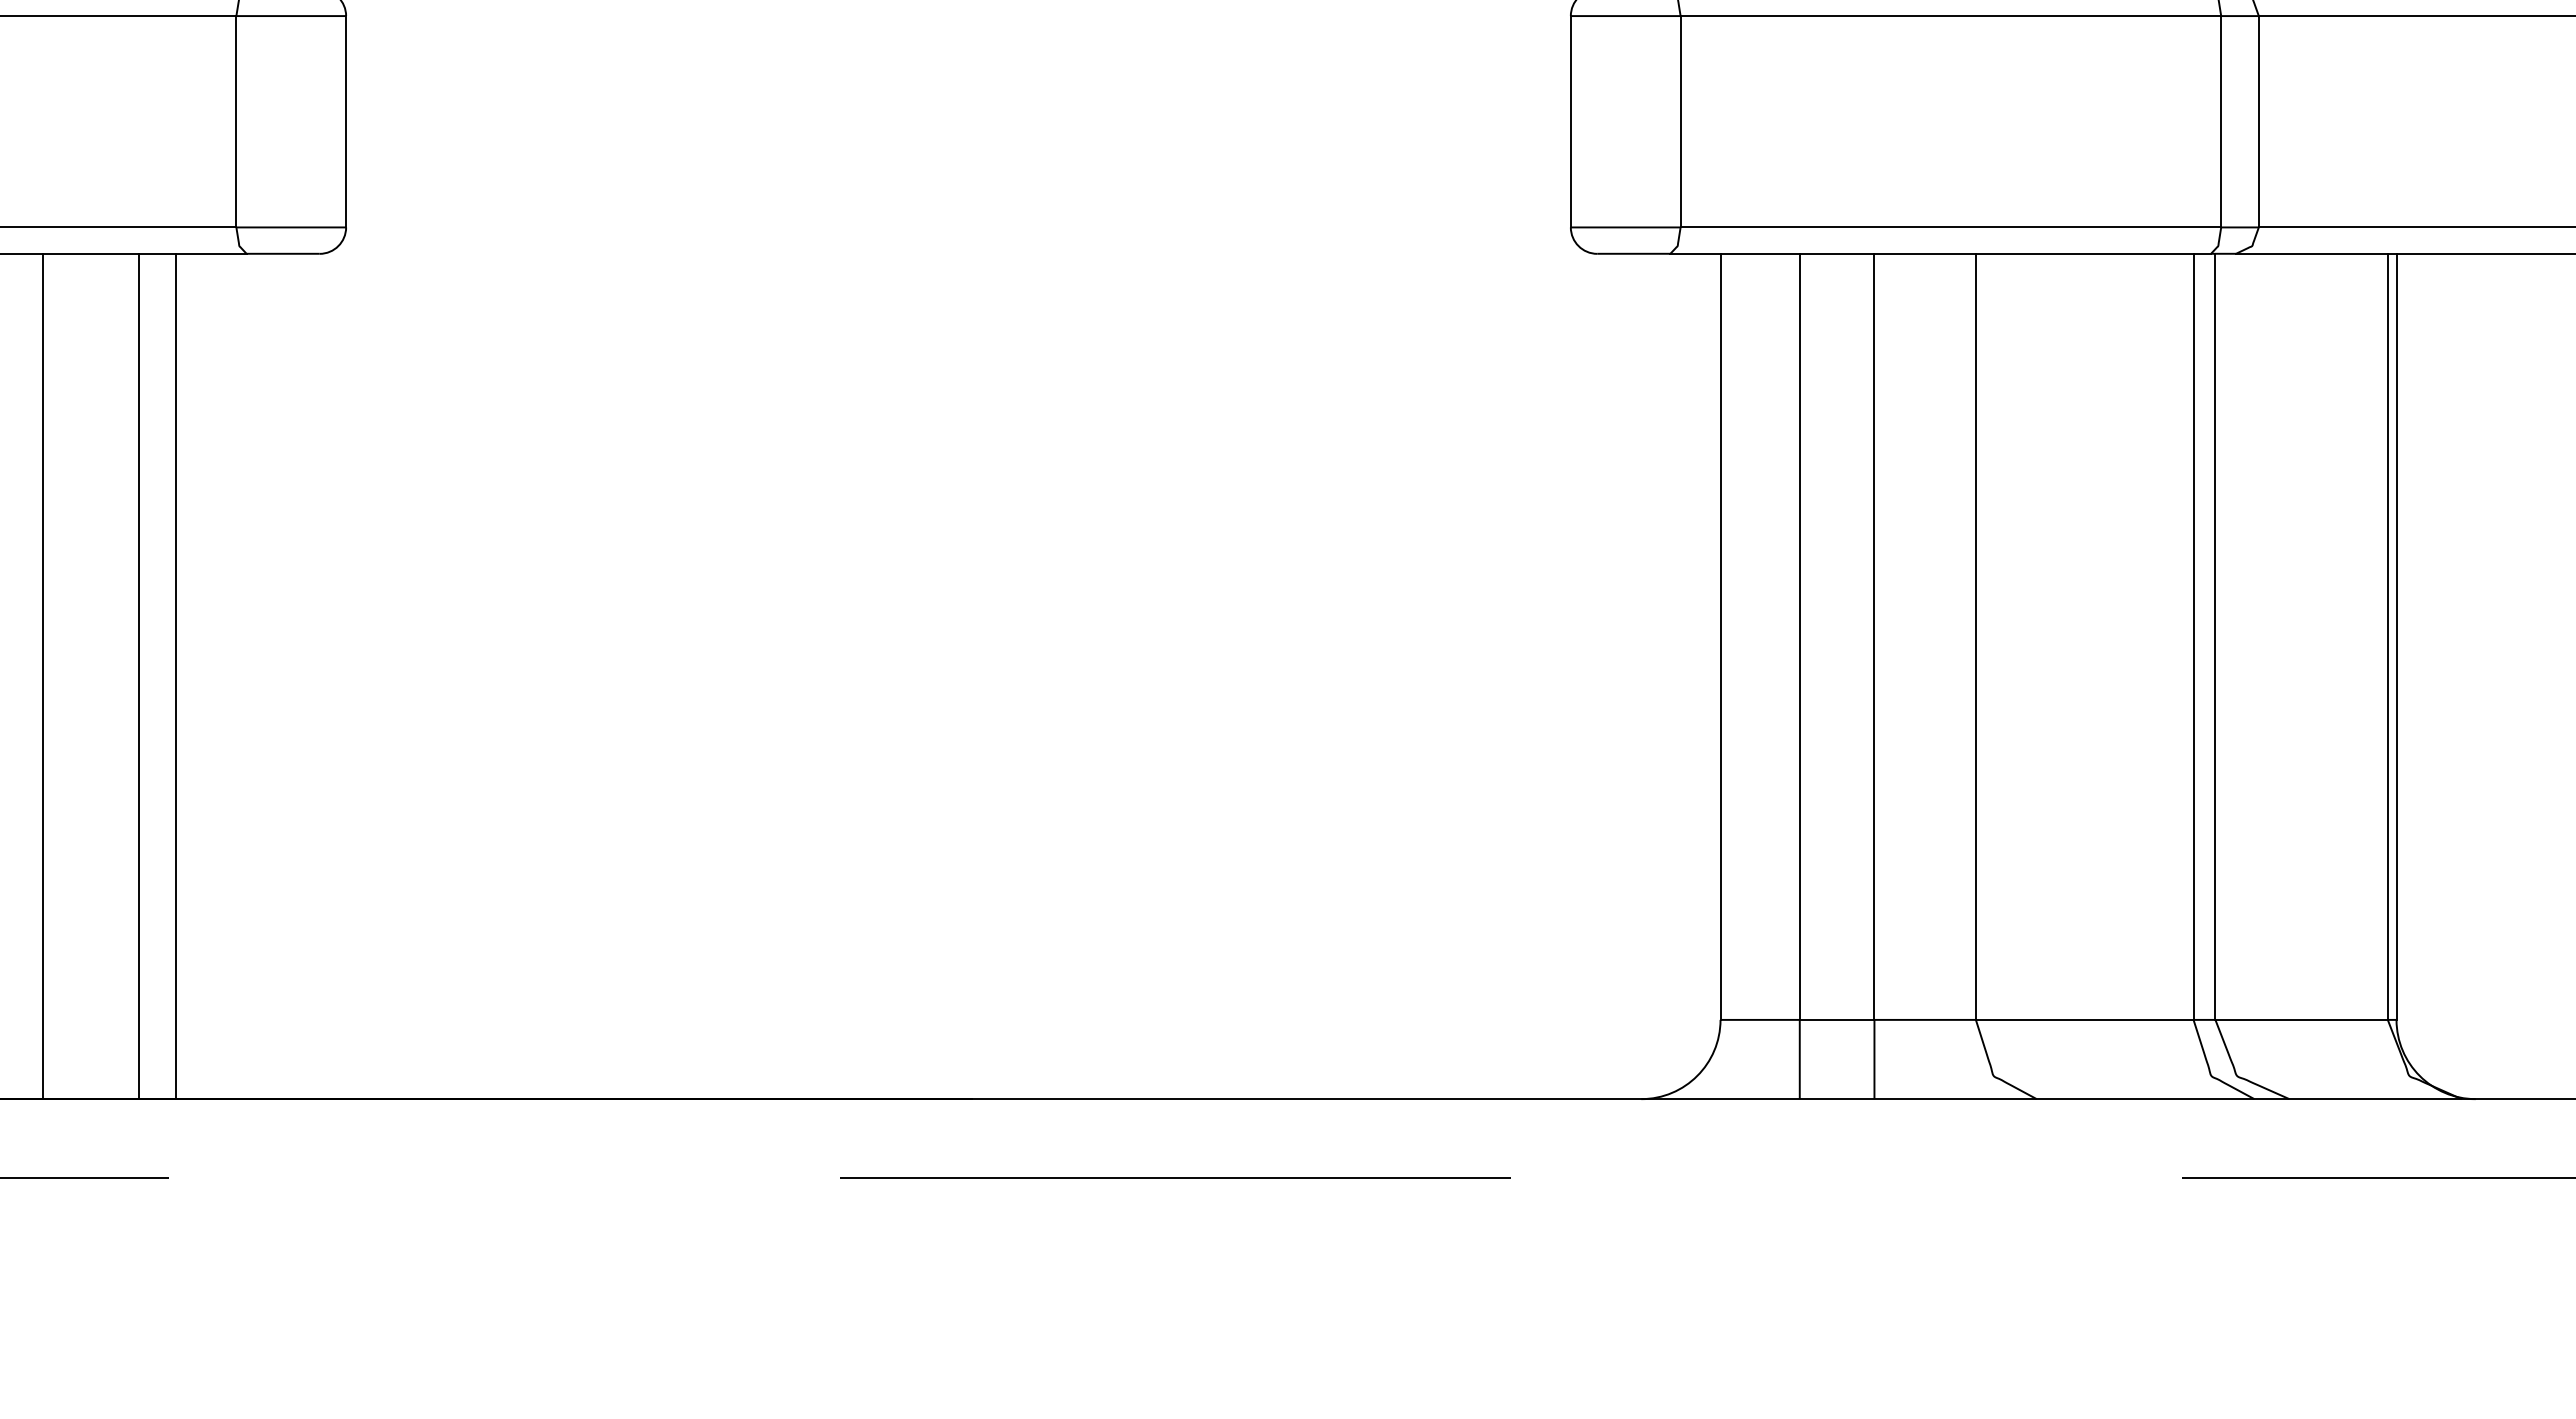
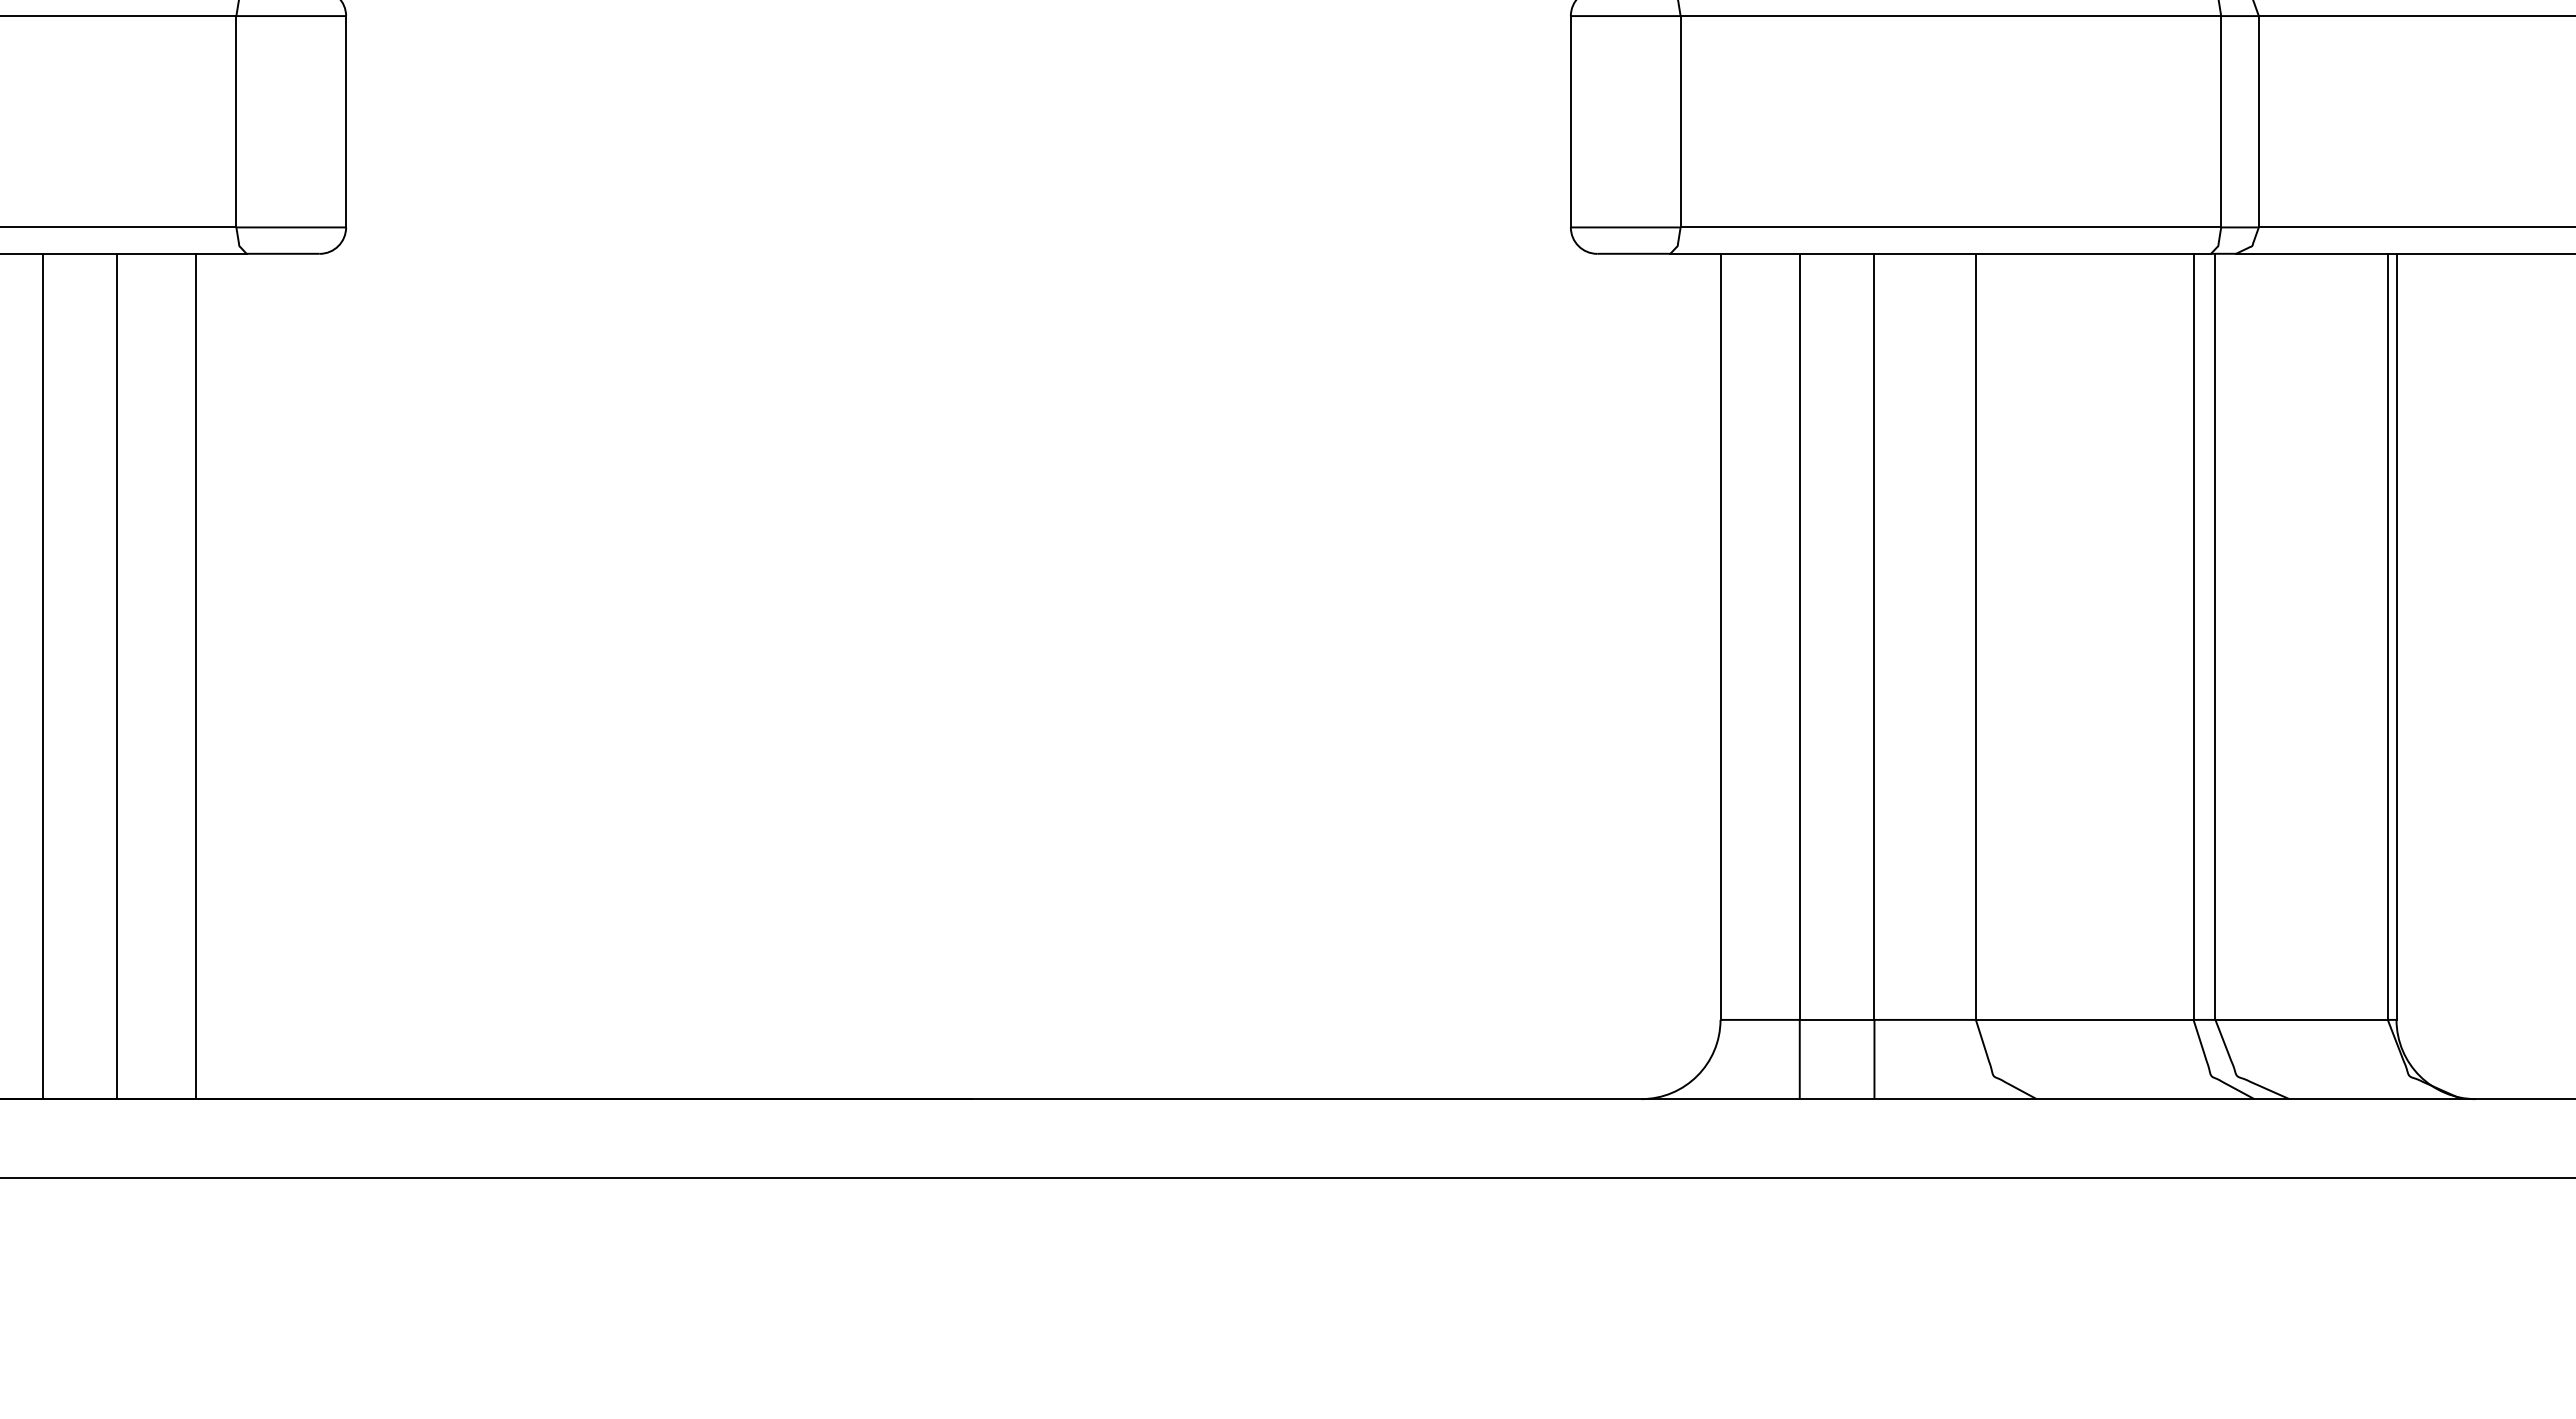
line at (139, 676) position: (139, 676) -> (117, 676)
line at (176, 676) position: (176, 676) -> (196, 676)
line at (1287, 1178): dashed -> solid
